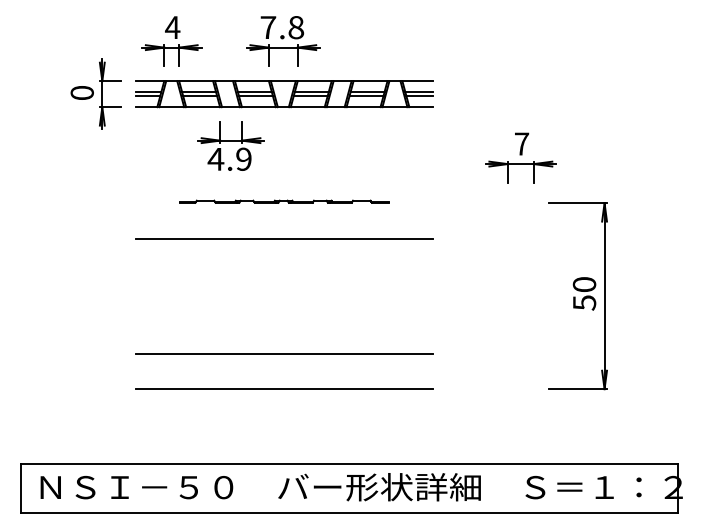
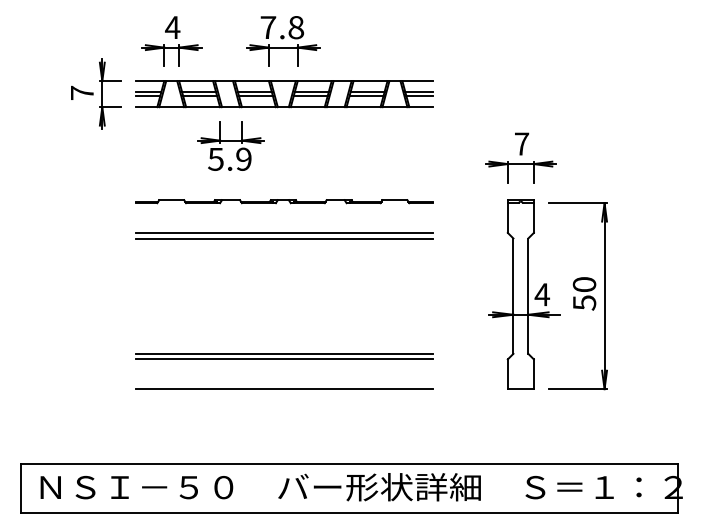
text at (81, 92): 0 -> 7
text at (215, 159): 4.9 -> 5.9
part at (284, 201) size: 211x5 px -> 299x6 px
line at (284, 232): none -> present
part at (524, 294): none -> present
line at (284, 359): none -> present
